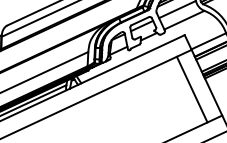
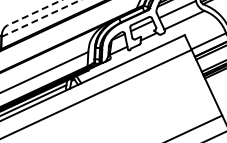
line at (34, 12): solid -> dashed
line at (41, 18): solid -> dashed
line at (191, 89): present -> none
